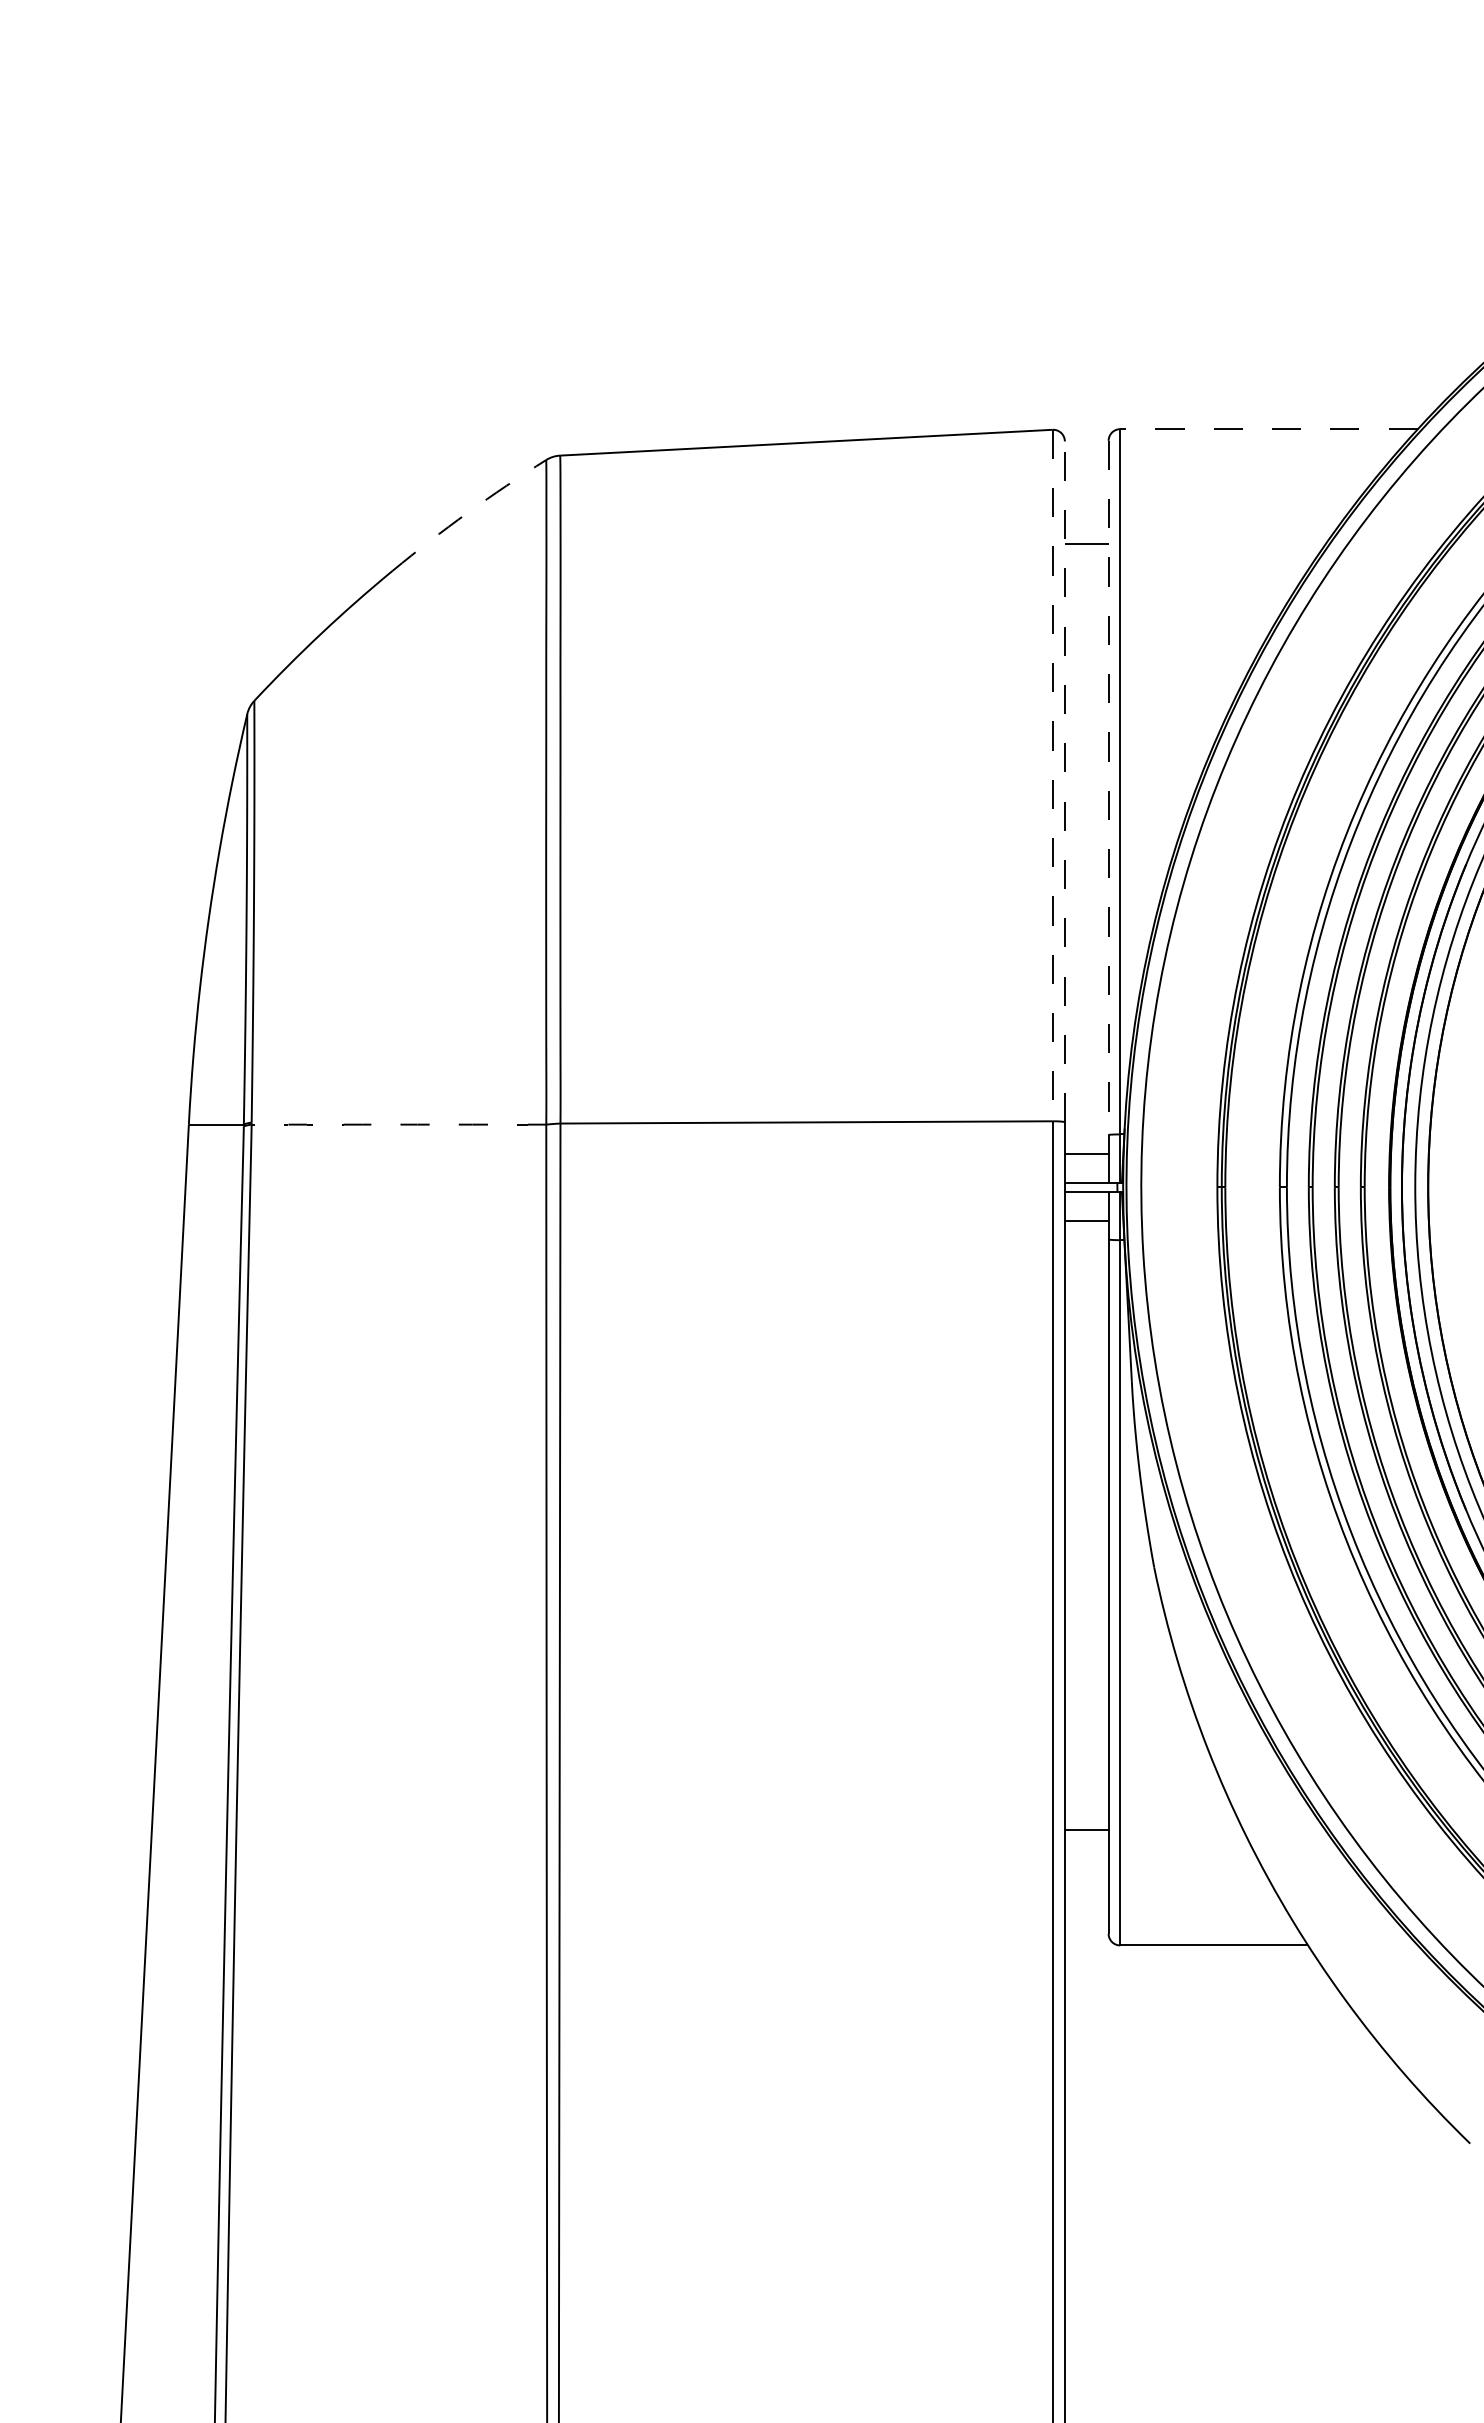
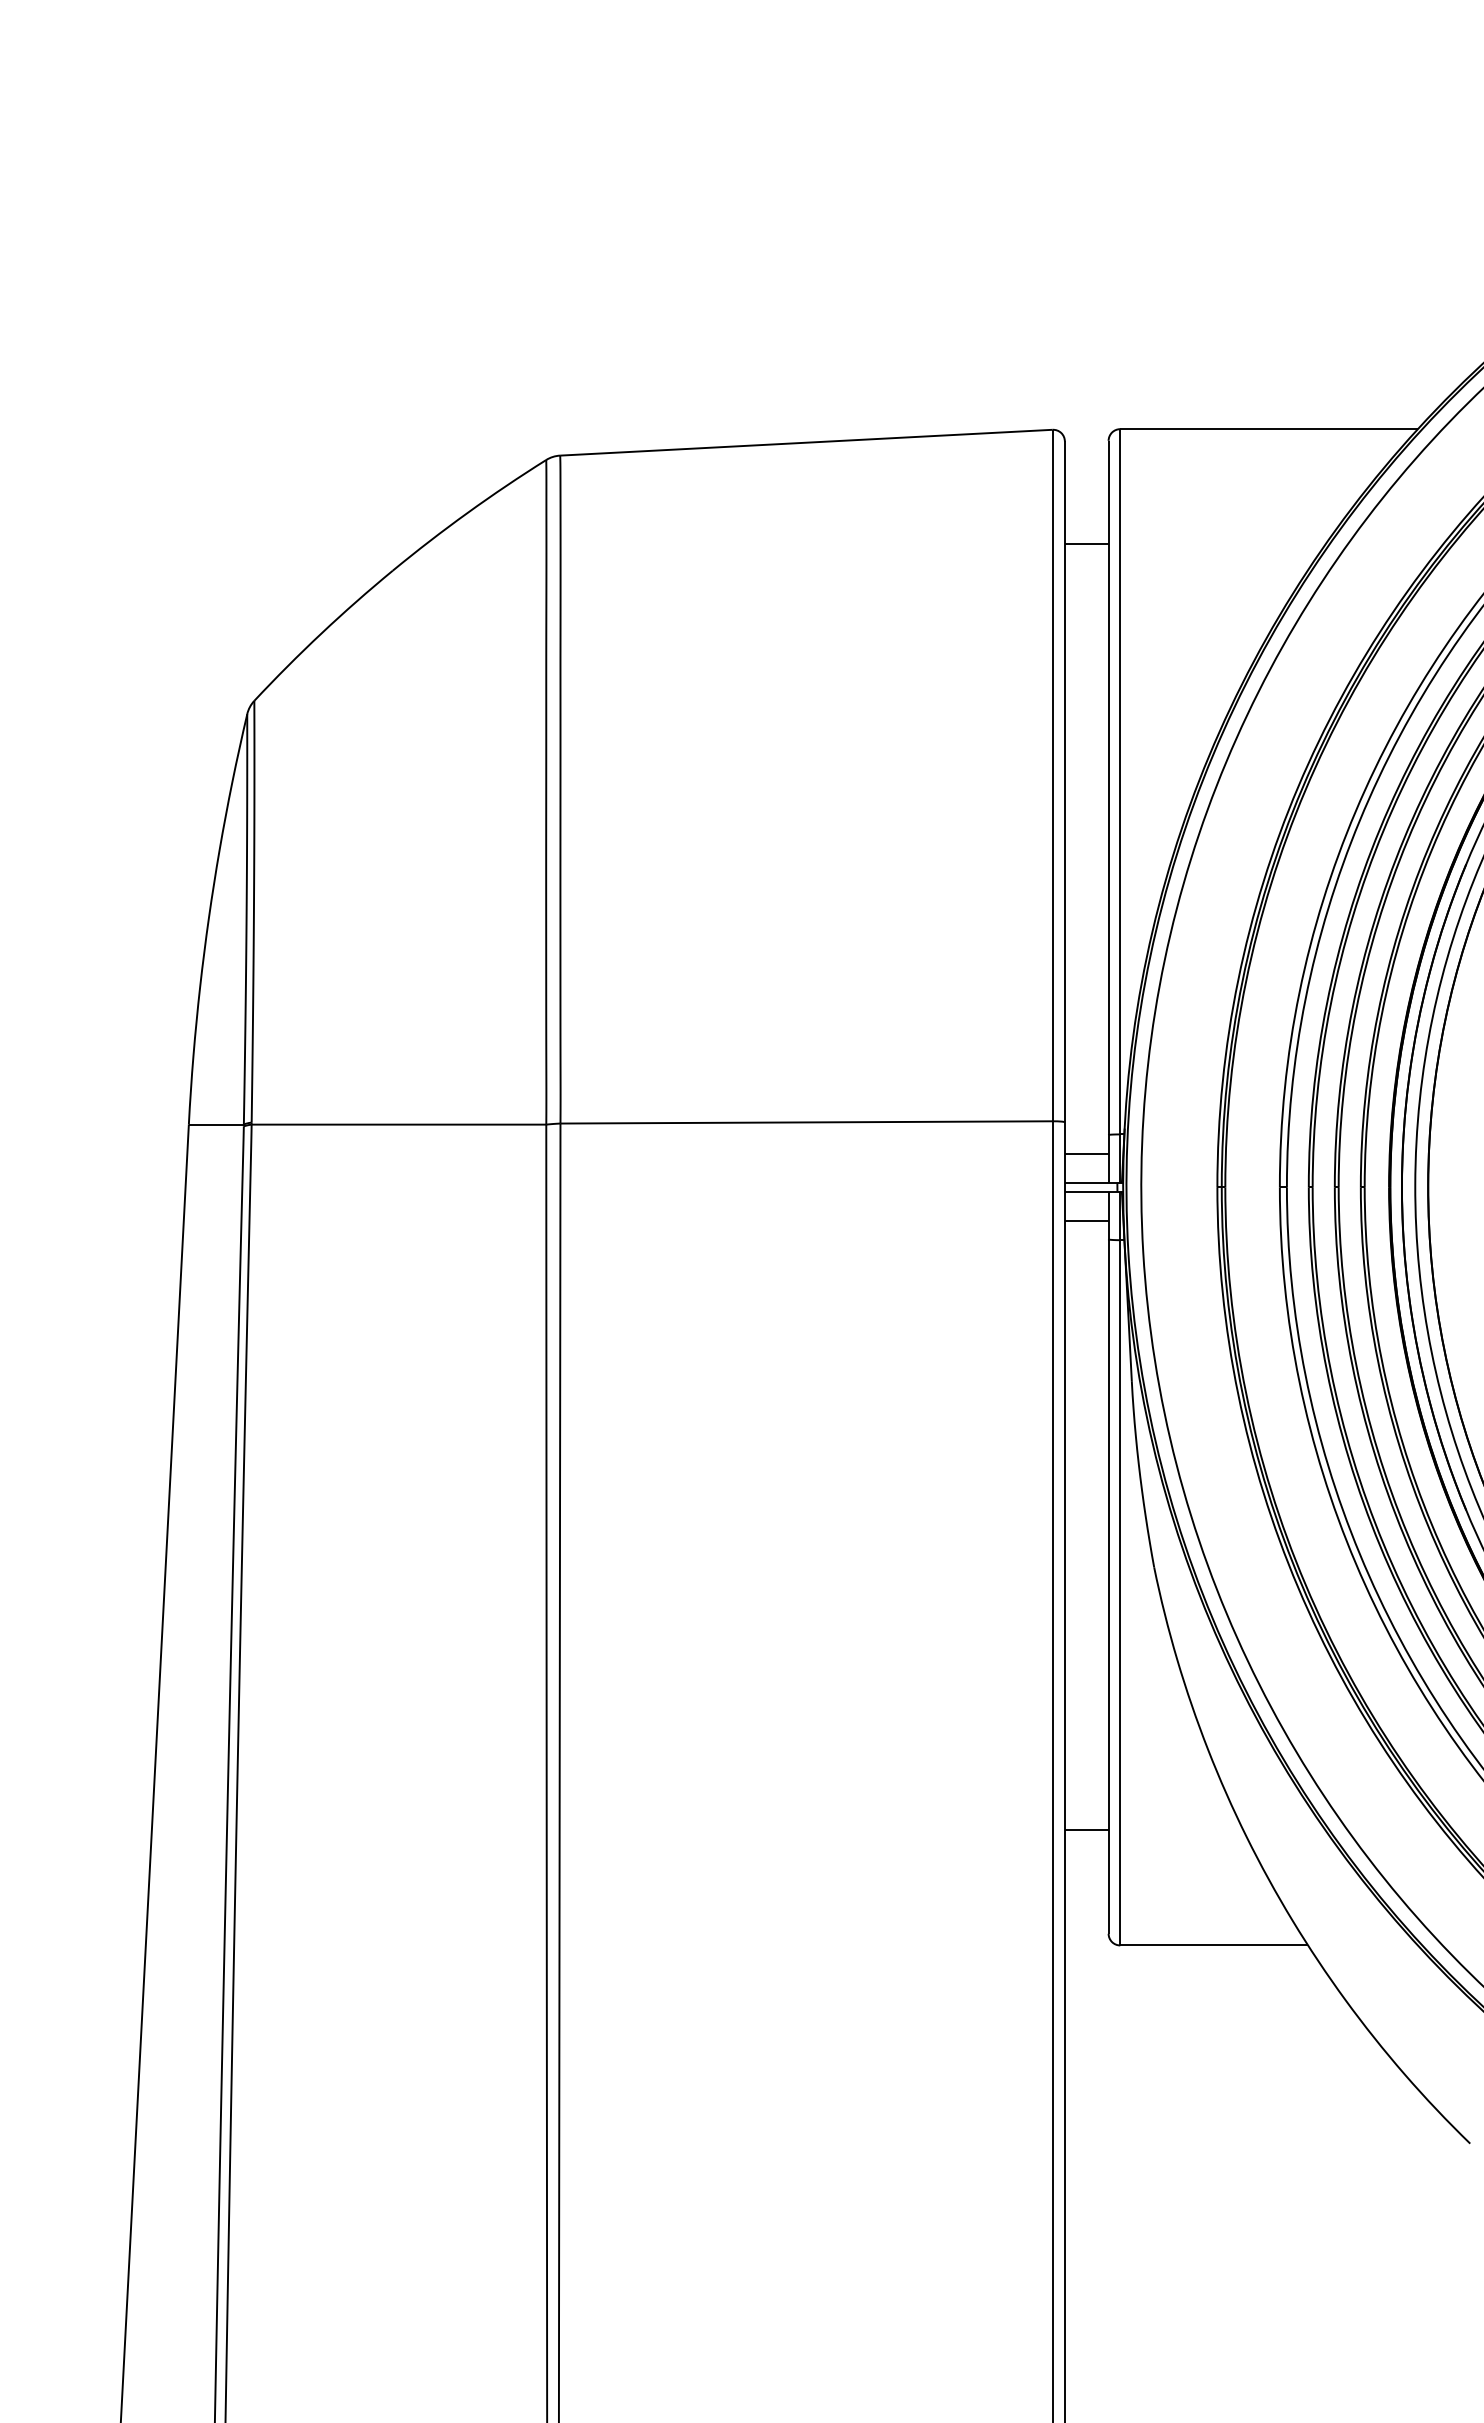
line at (1269, 429): dashed -> solid
line at (467, 512): dashed -> solid
line at (1052, 775): dashed -> solid
line at (1064, 781): dashed -> solid
line at (1108, 788): dashed -> solid
line at (398, 1124): dashed -> solid
